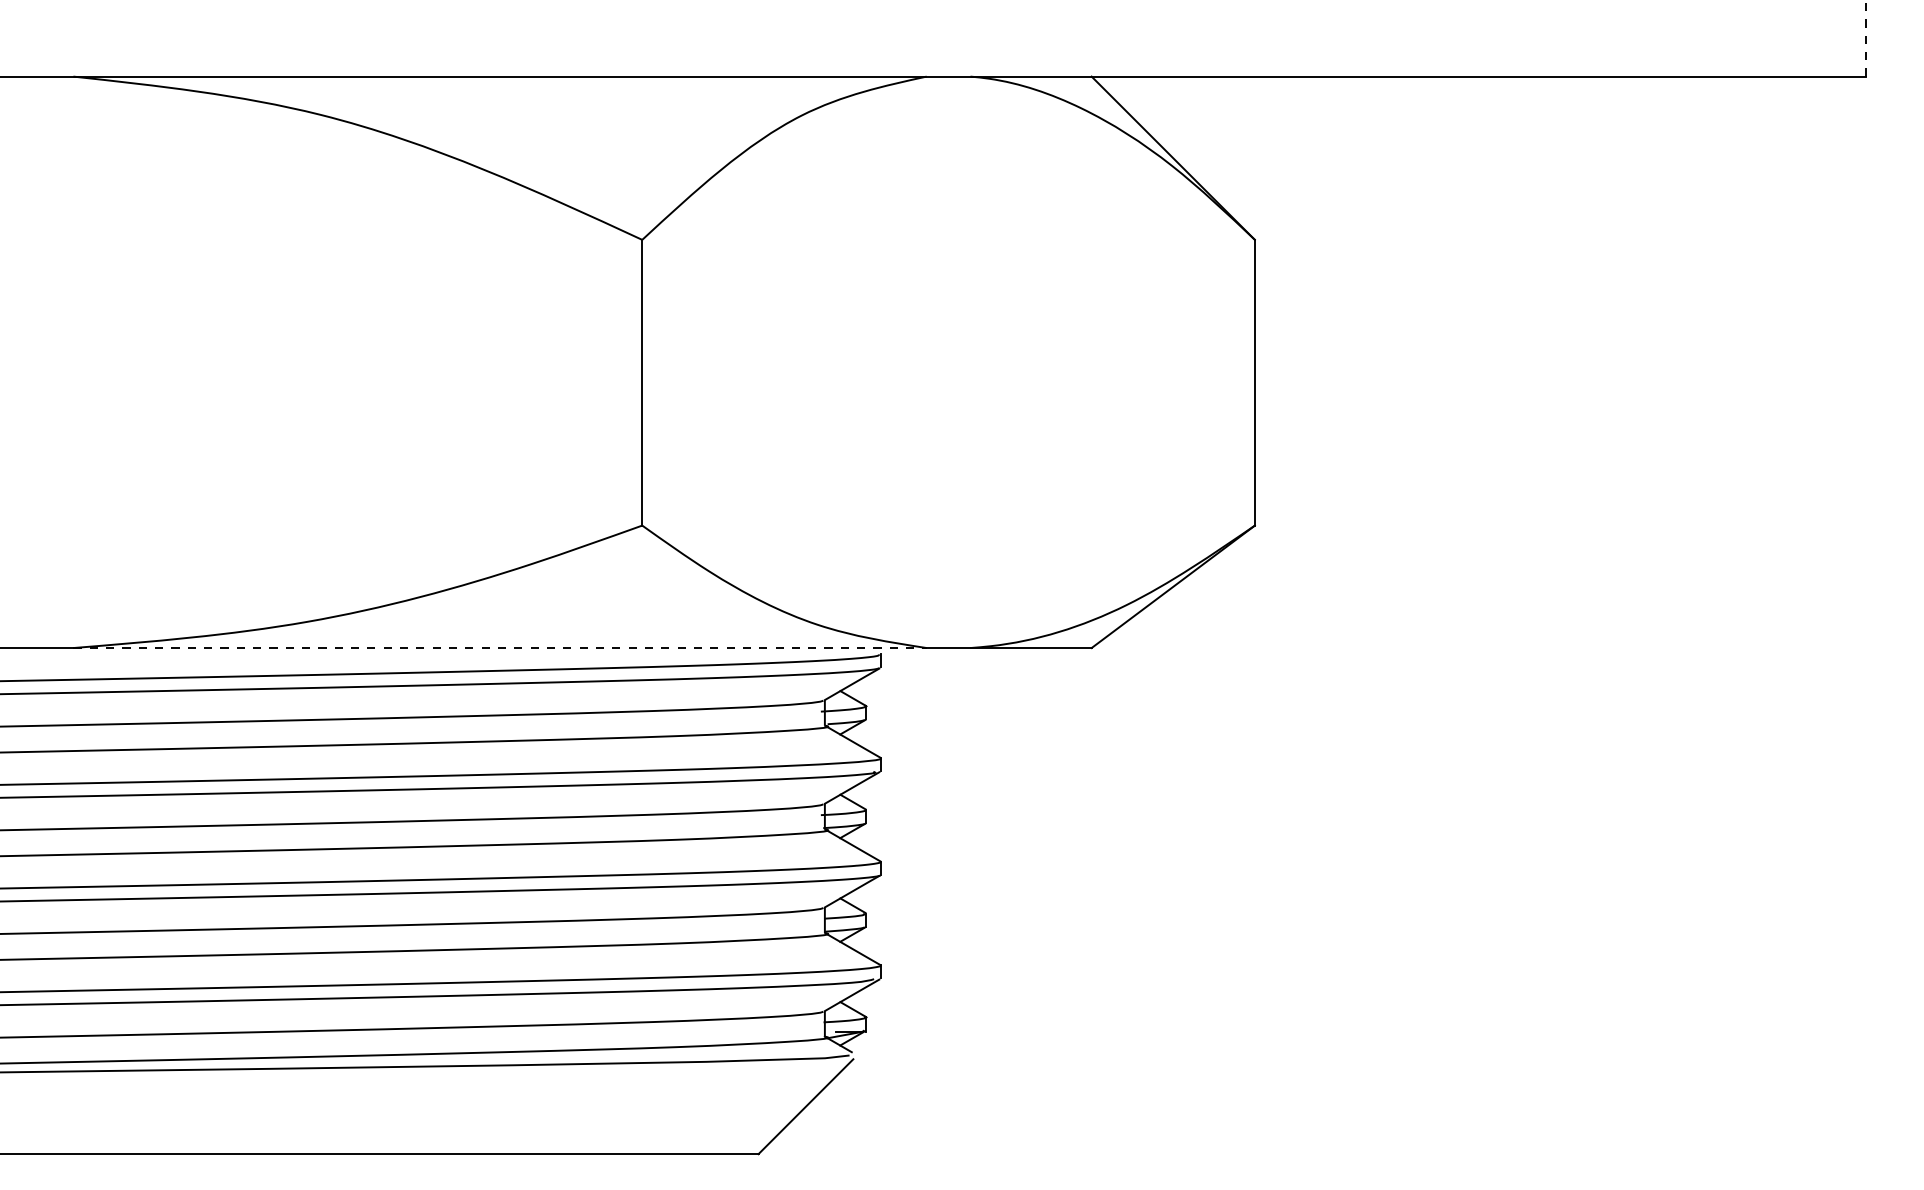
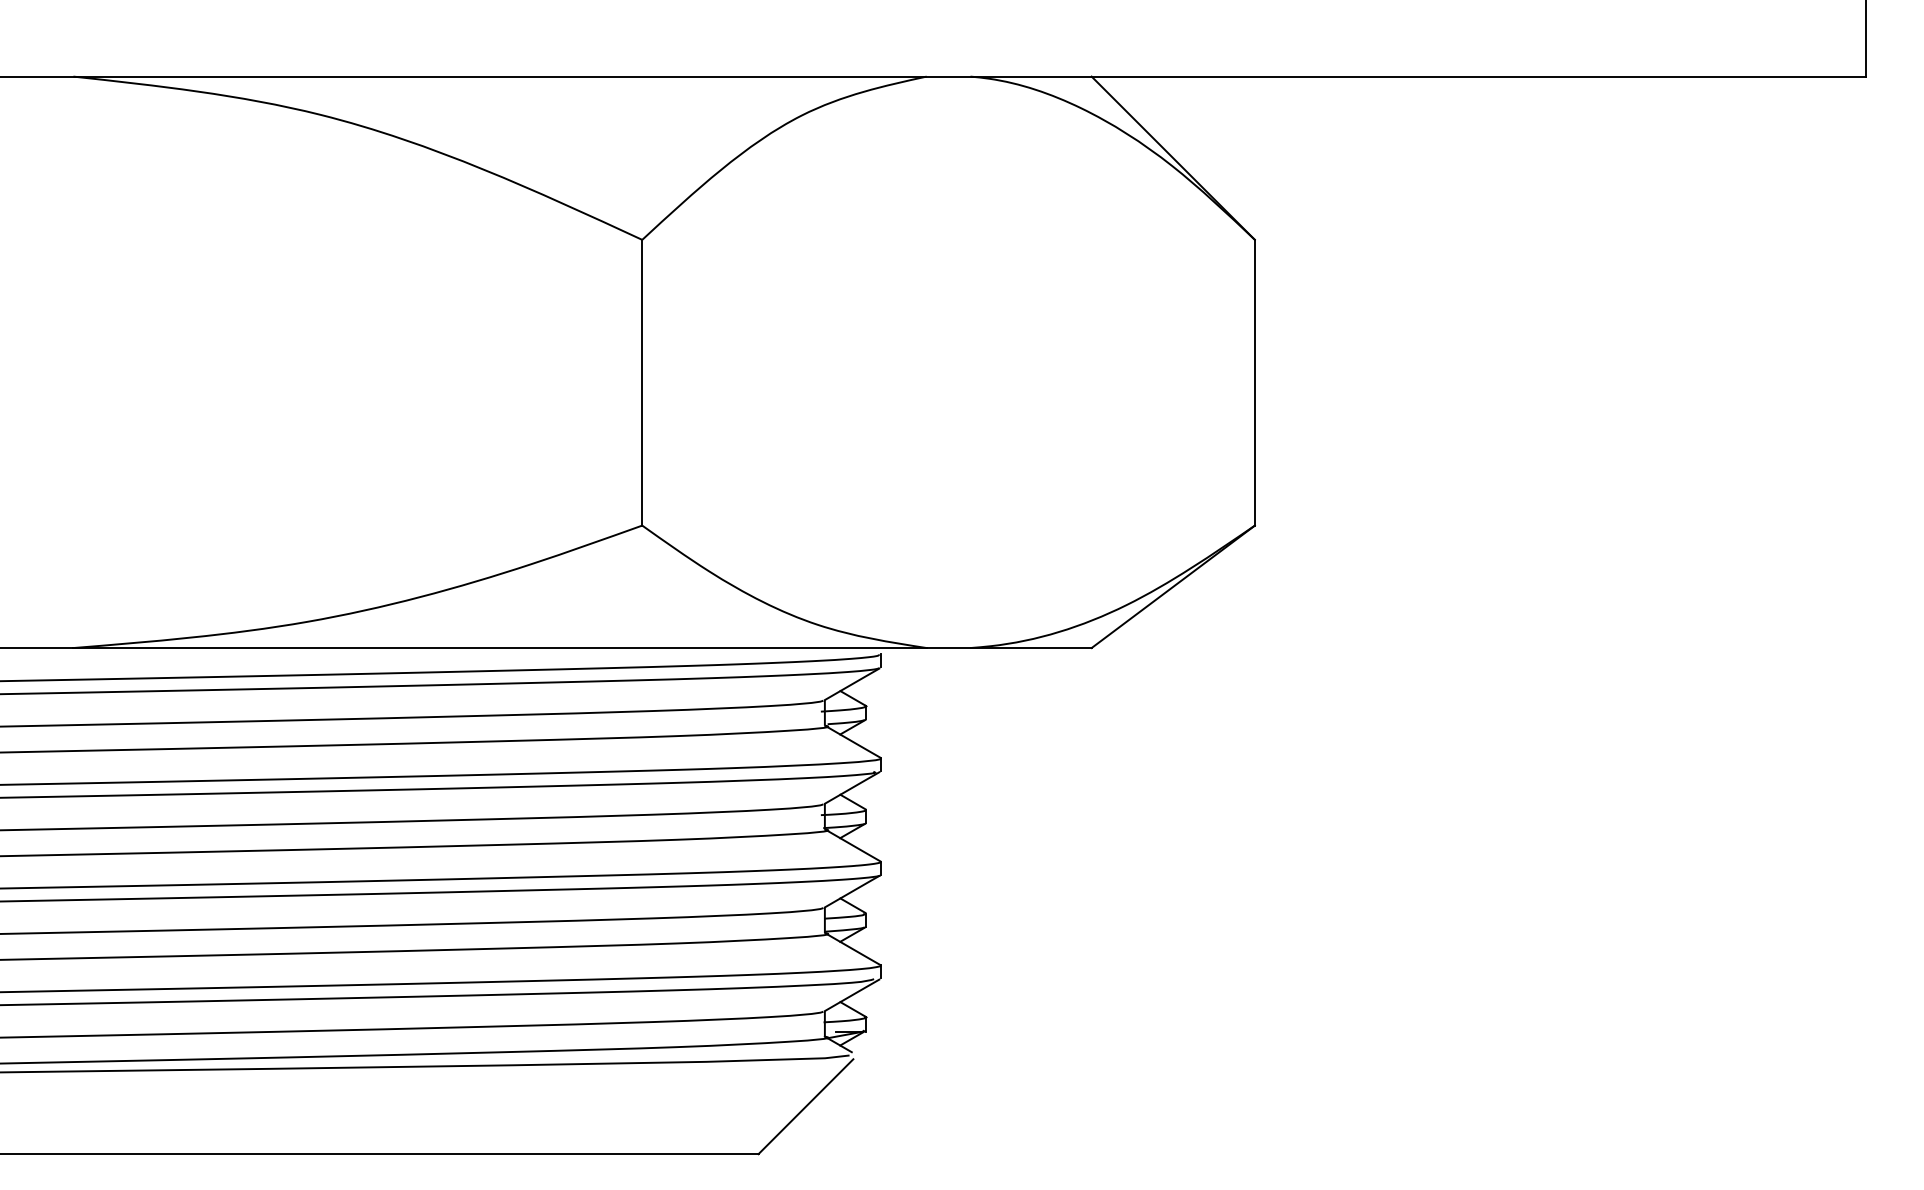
line at (1866, 38): dashed -> solid
line at (500, 648): dashed -> solid
